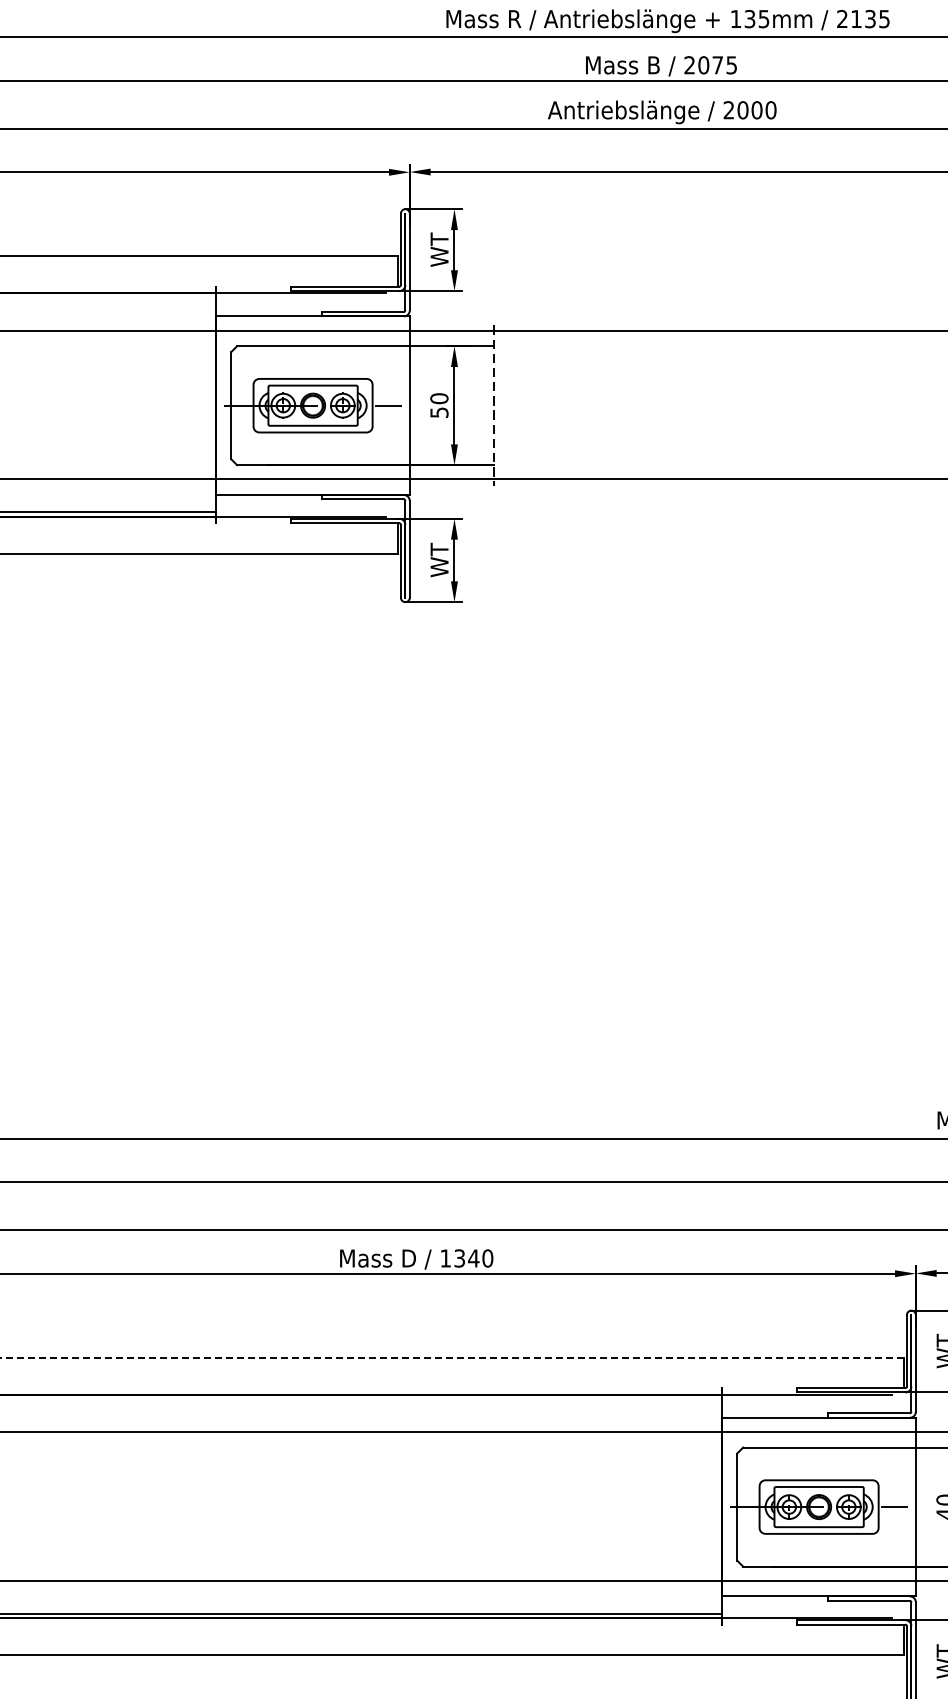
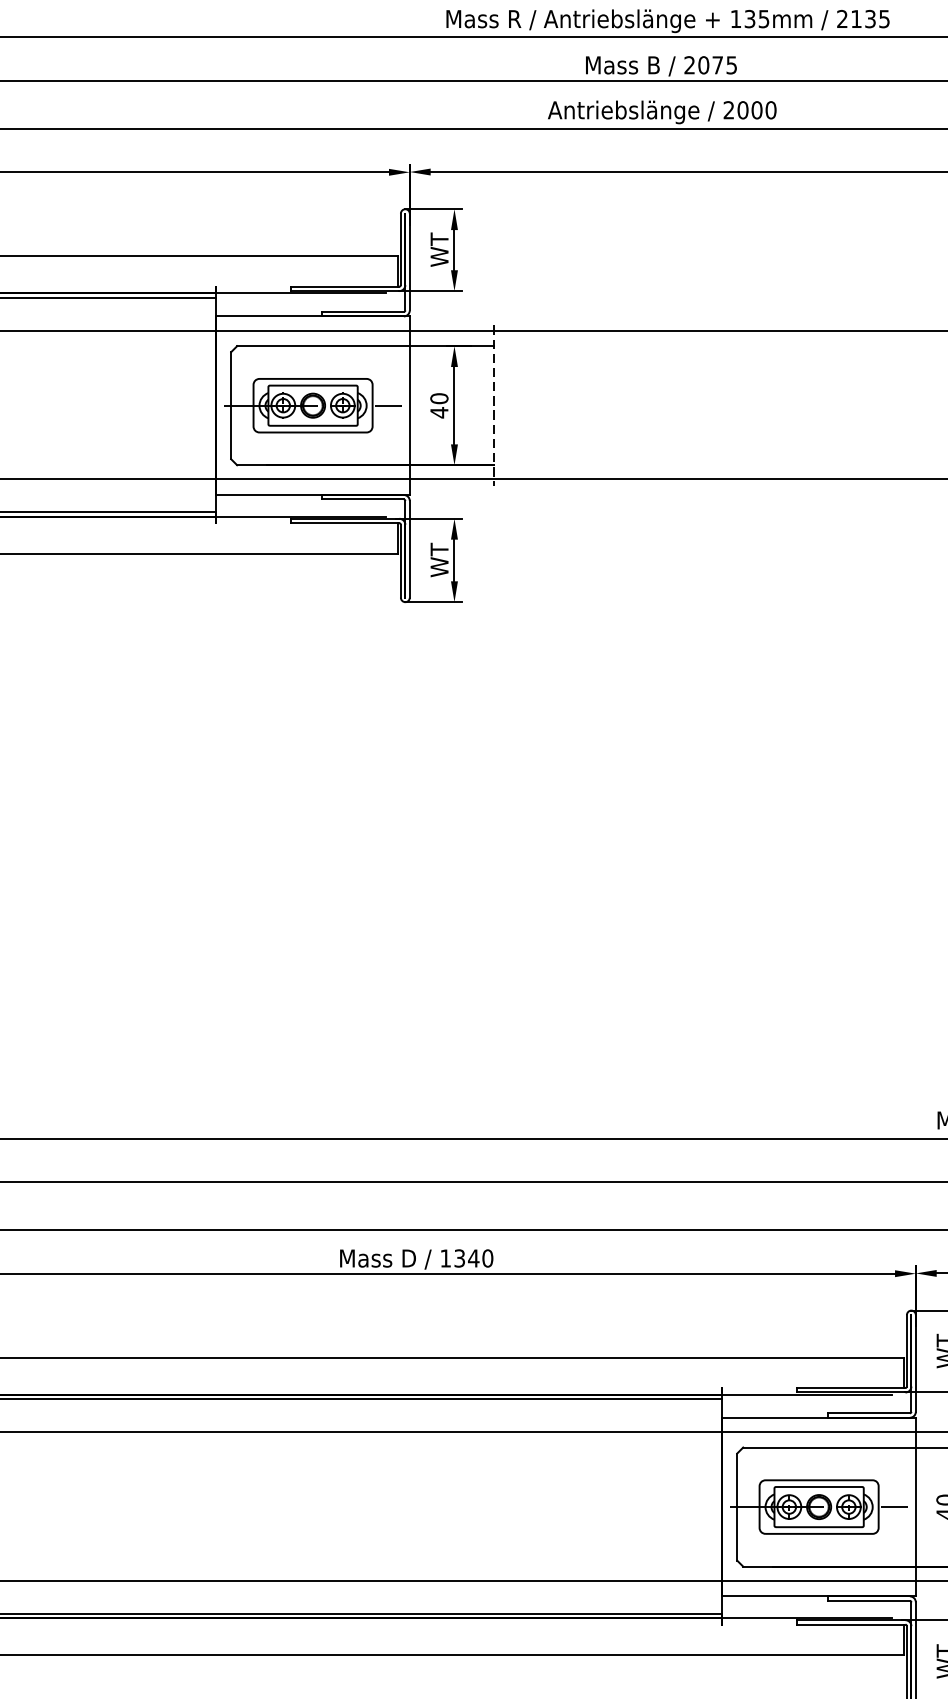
line at (109, 297): none -> present
text at (439, 412): 50 -> 40
line at (452, 1357): dashed -> solid
line at (362, 1399): none -> present
